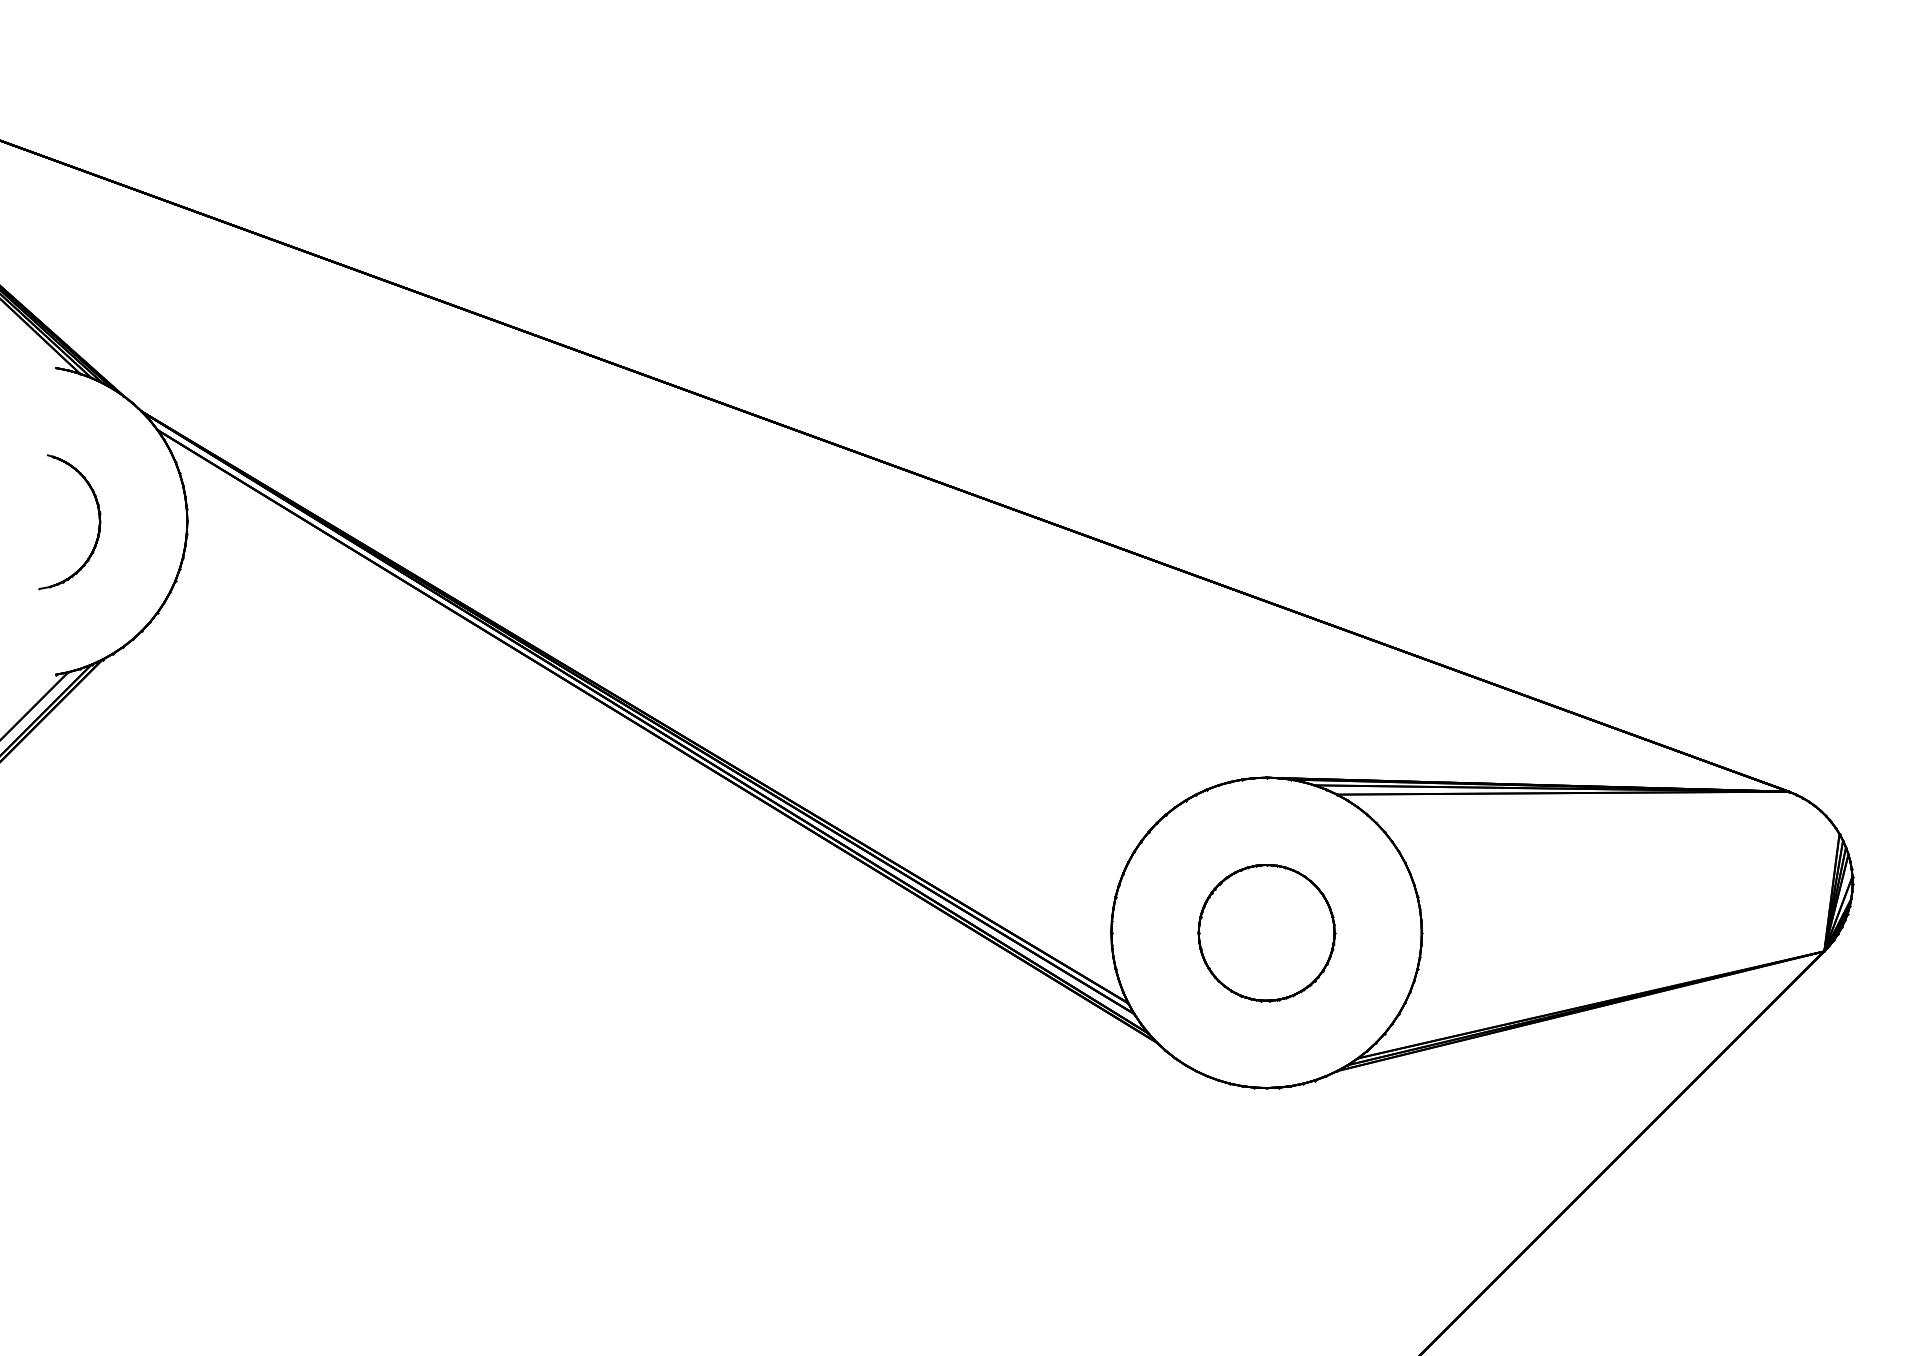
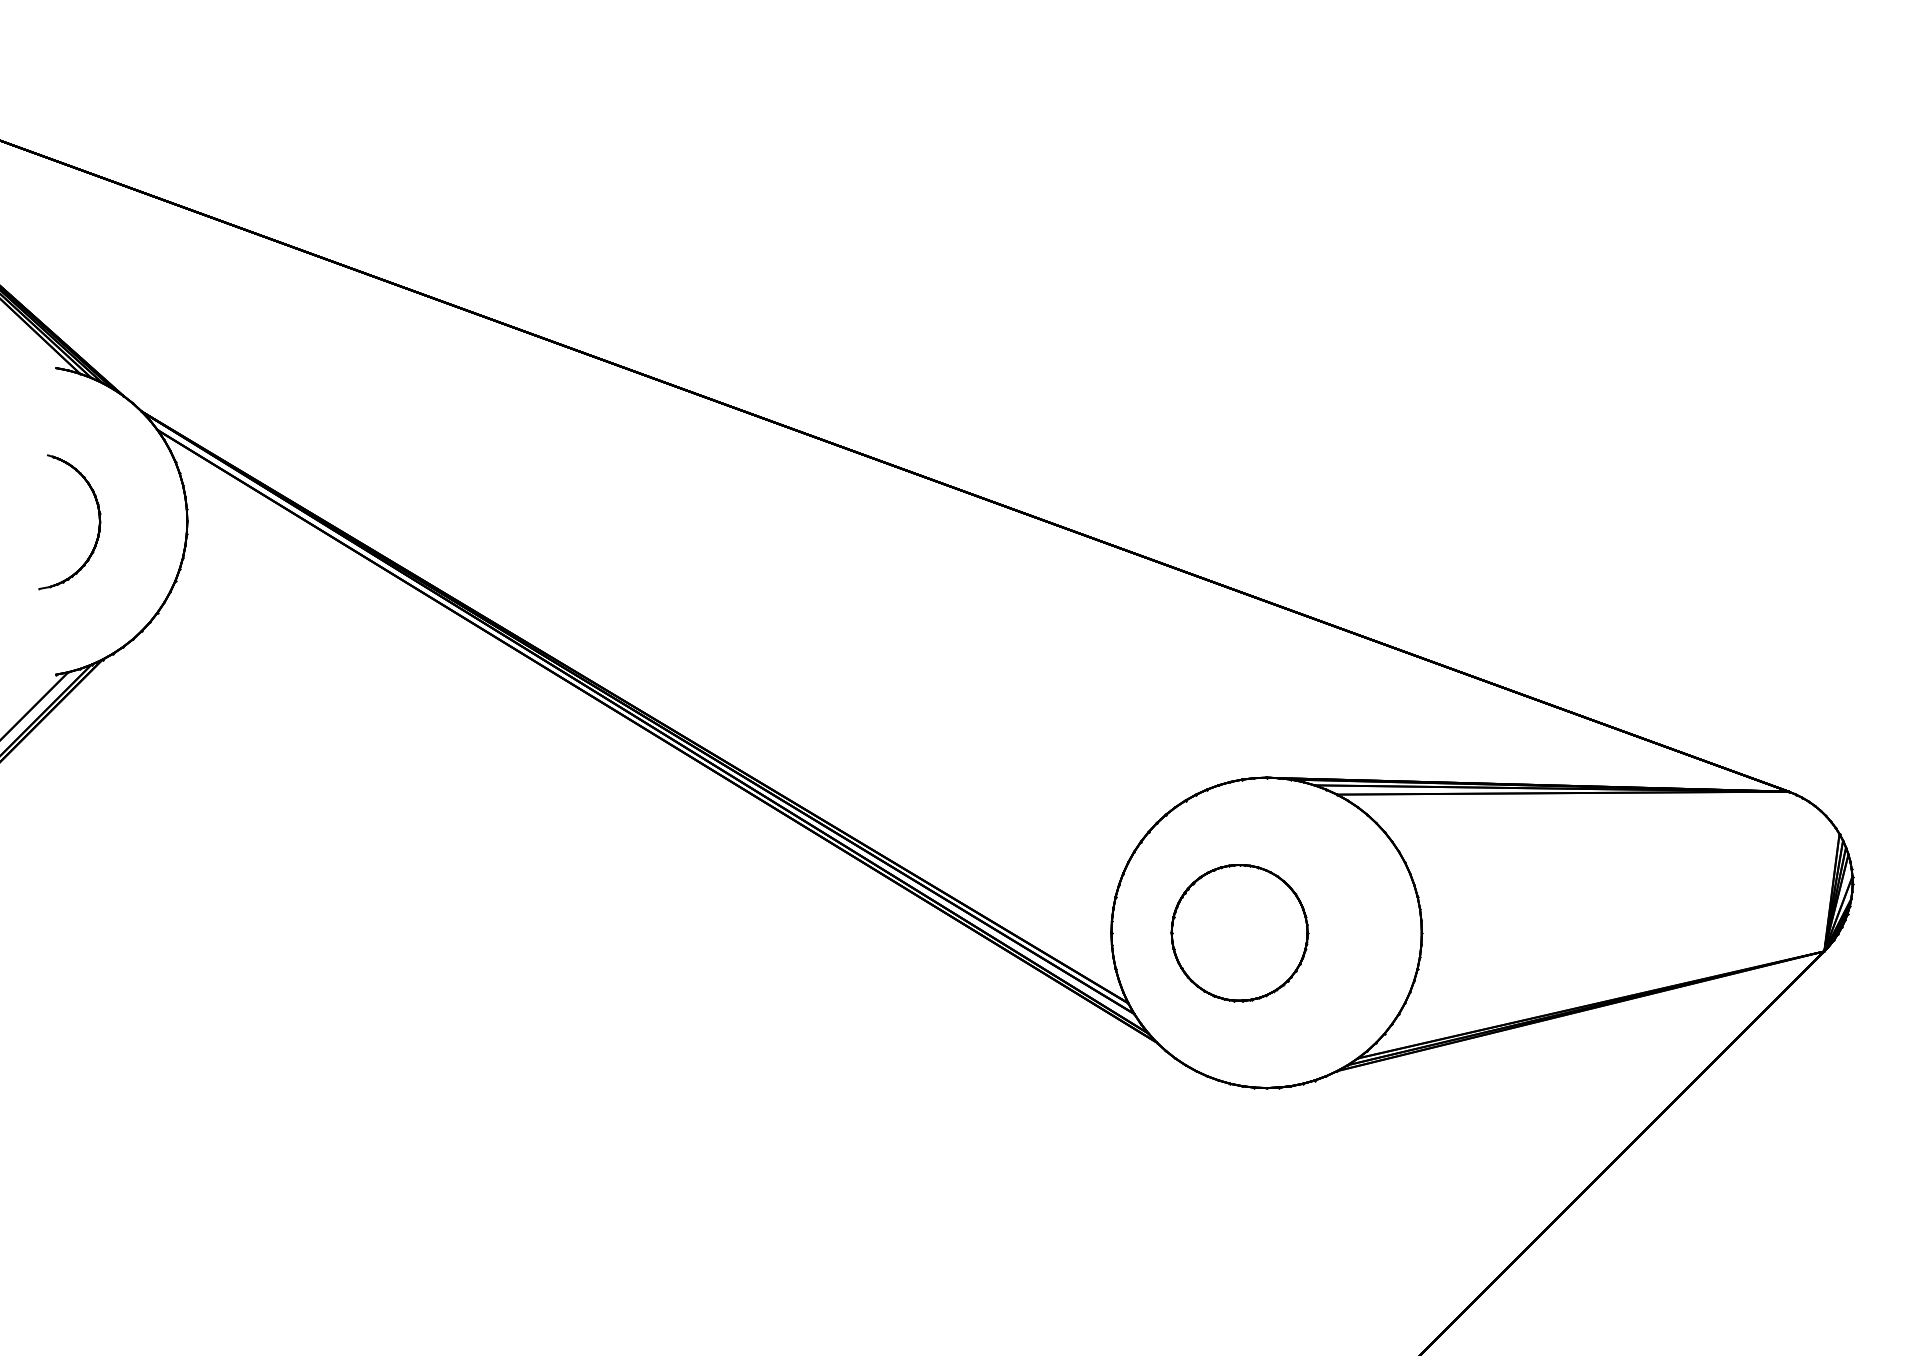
part at (1266, 933) position: (1266, 933) -> (1239, 933)
